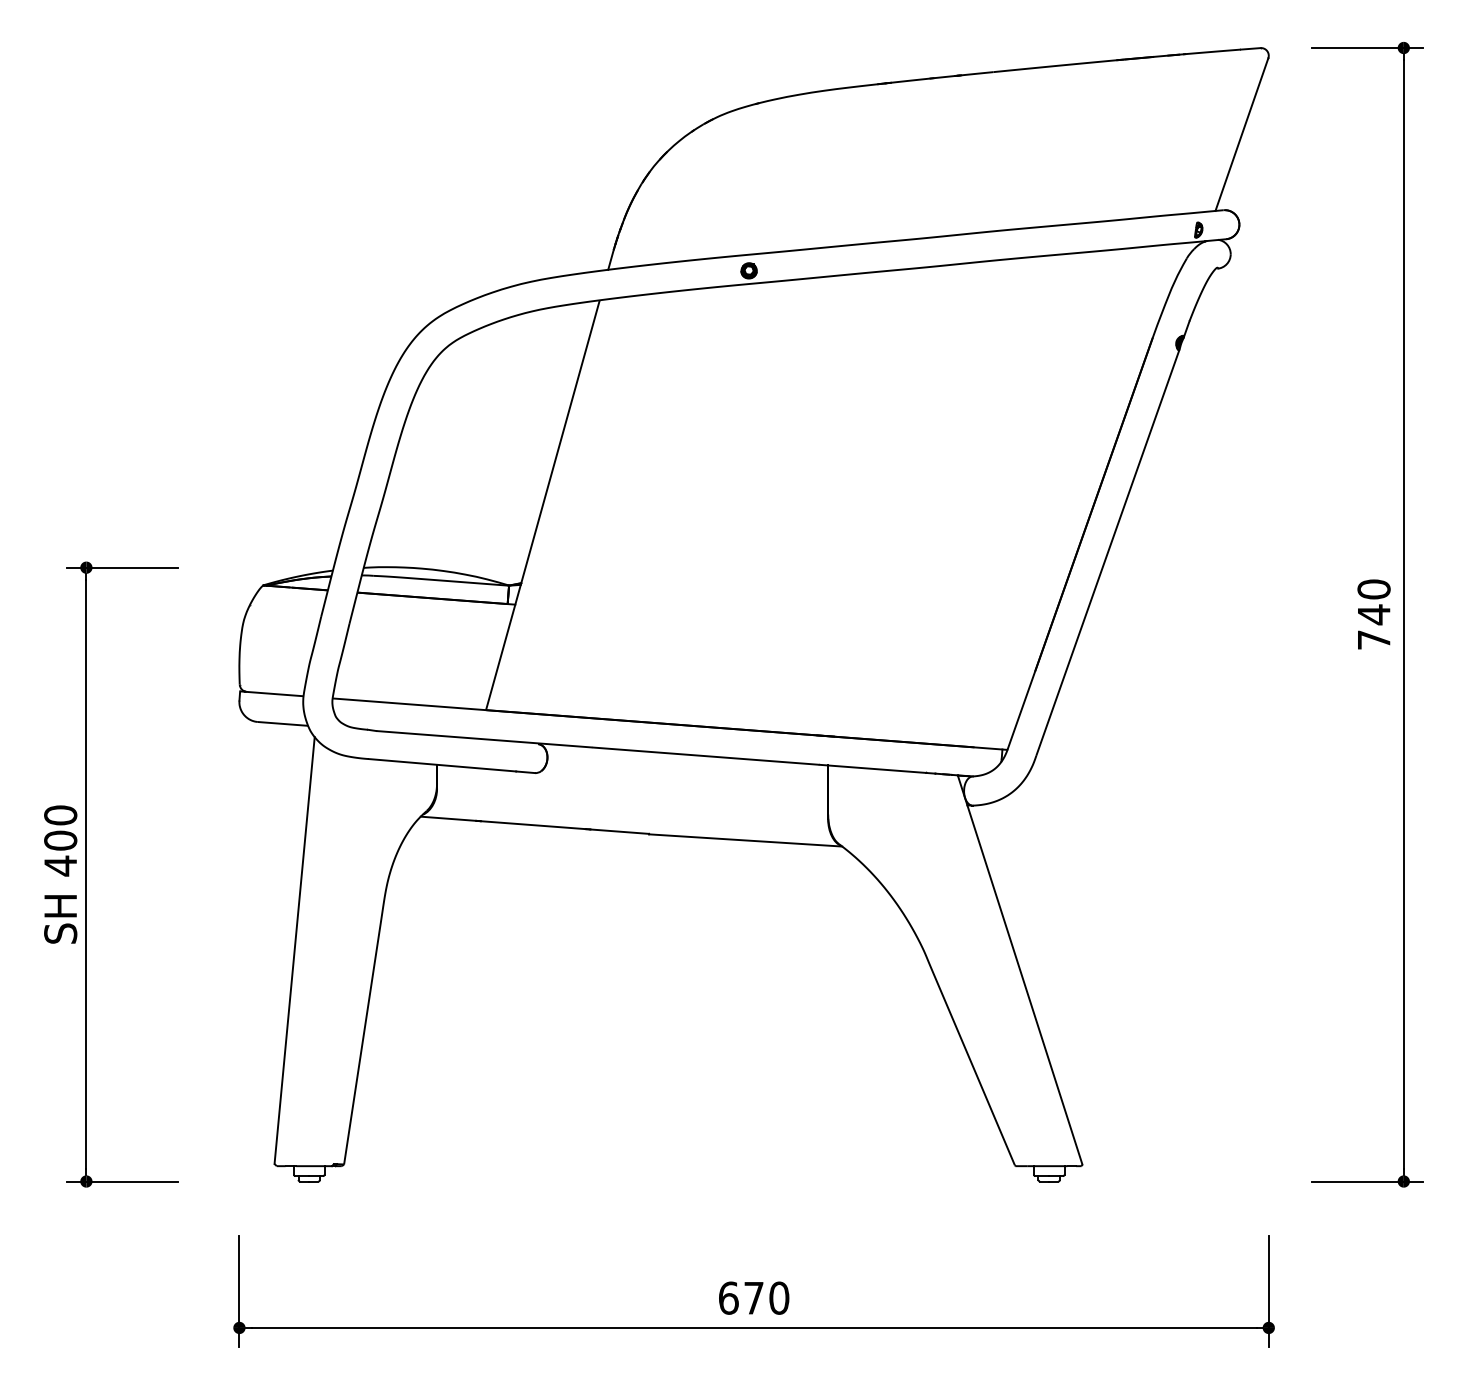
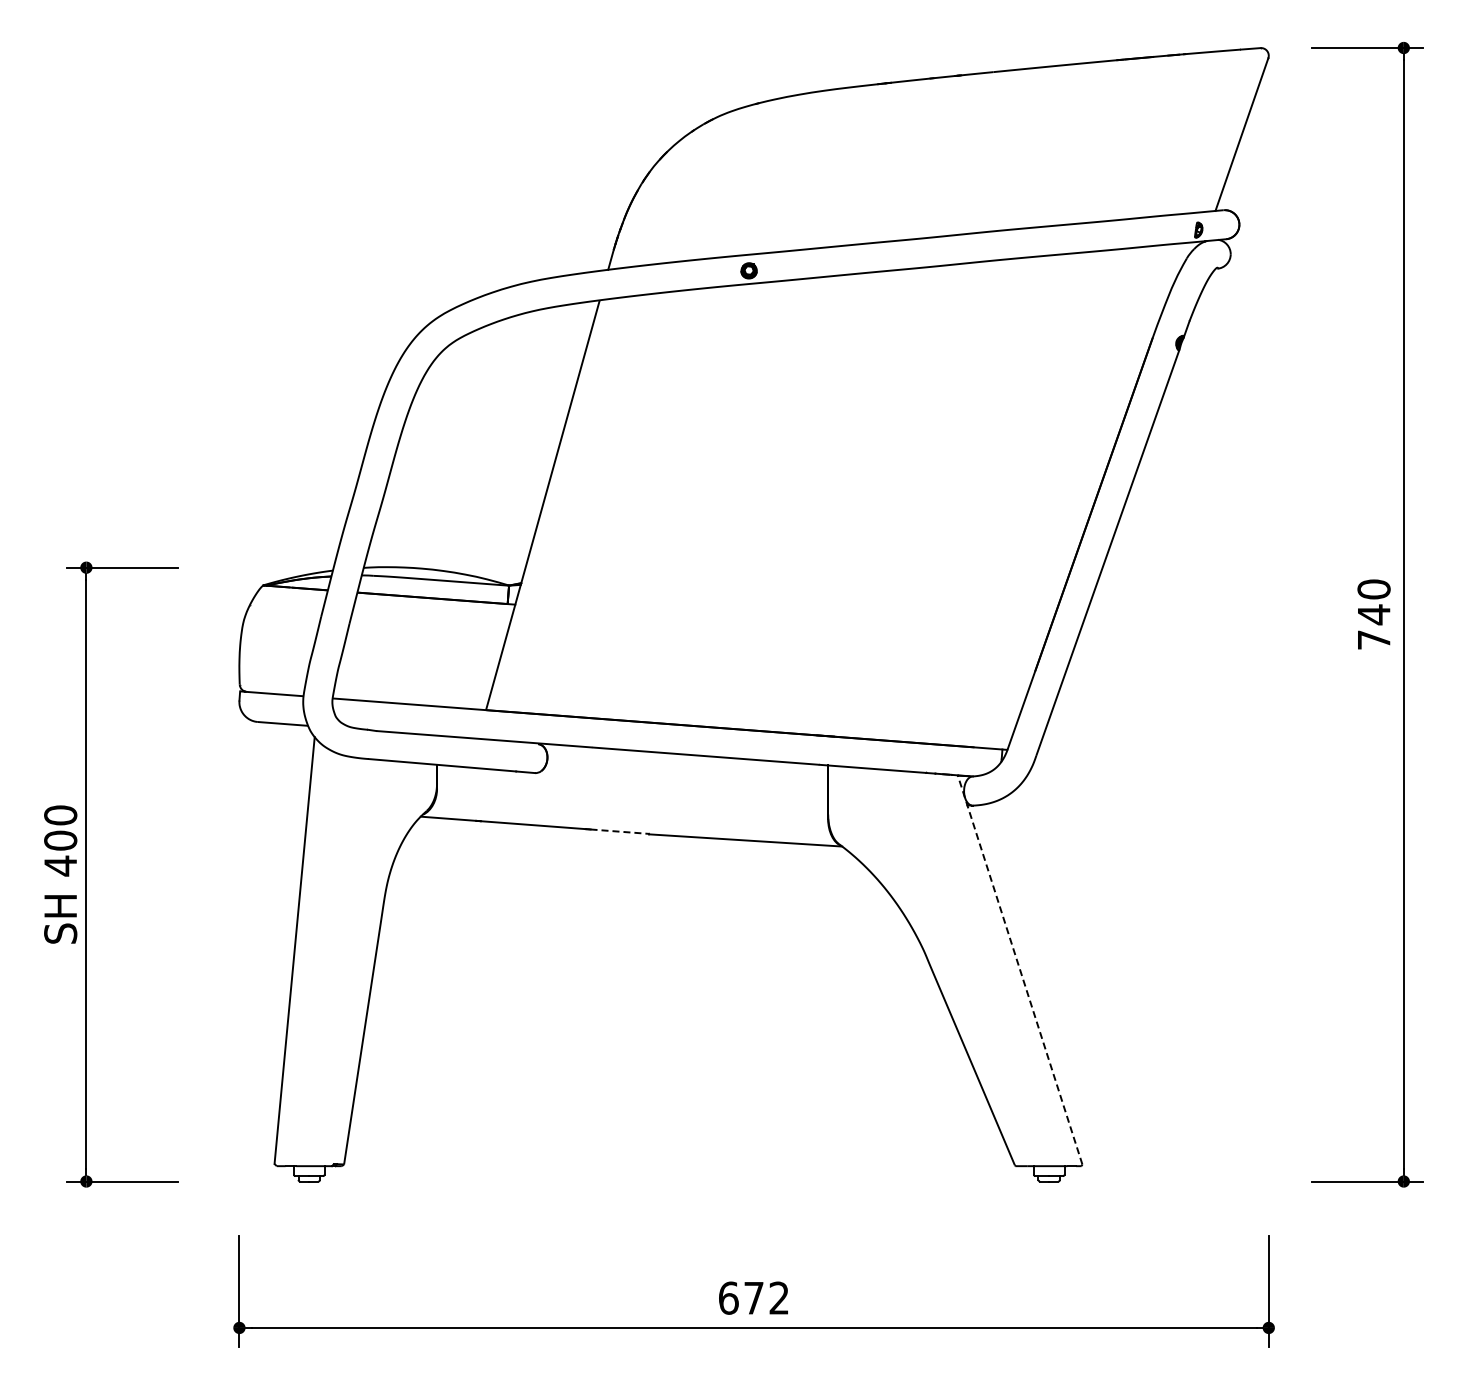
line at (620, 831): solid -> dashed
line at (1019, 969): solid -> dashed
text at (779, 1297): 670 -> 672
